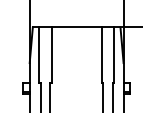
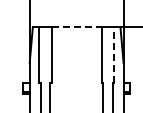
line at (77, 27): solid -> dashed
line at (114, 55): solid -> dashed
